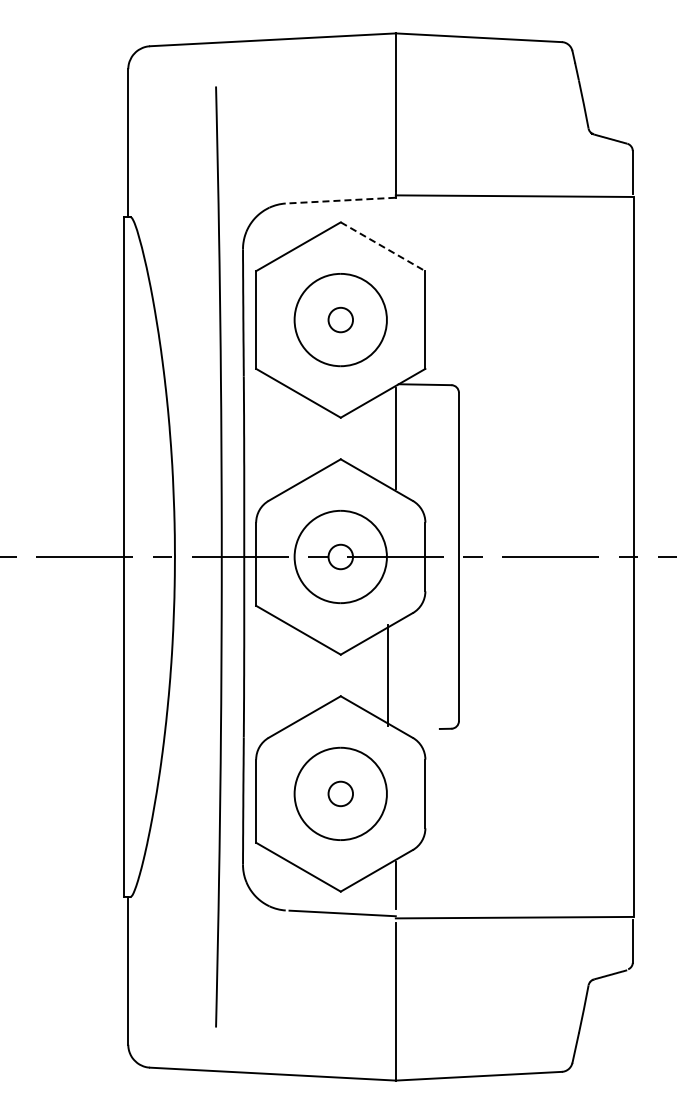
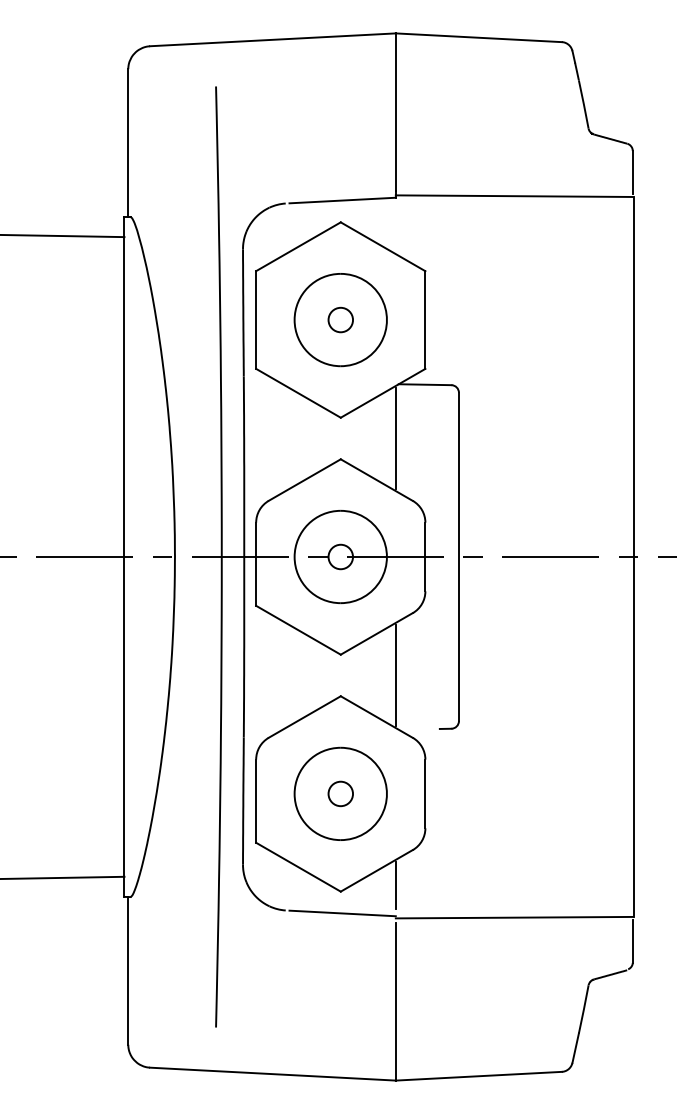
line at (343, 200): dashed -> solid
line at (63, 236): none -> present
line at (383, 246): dashed -> solid
line at (387, 675) position: (387, 675) -> (395, 675)
line at (63, 877): none -> present
